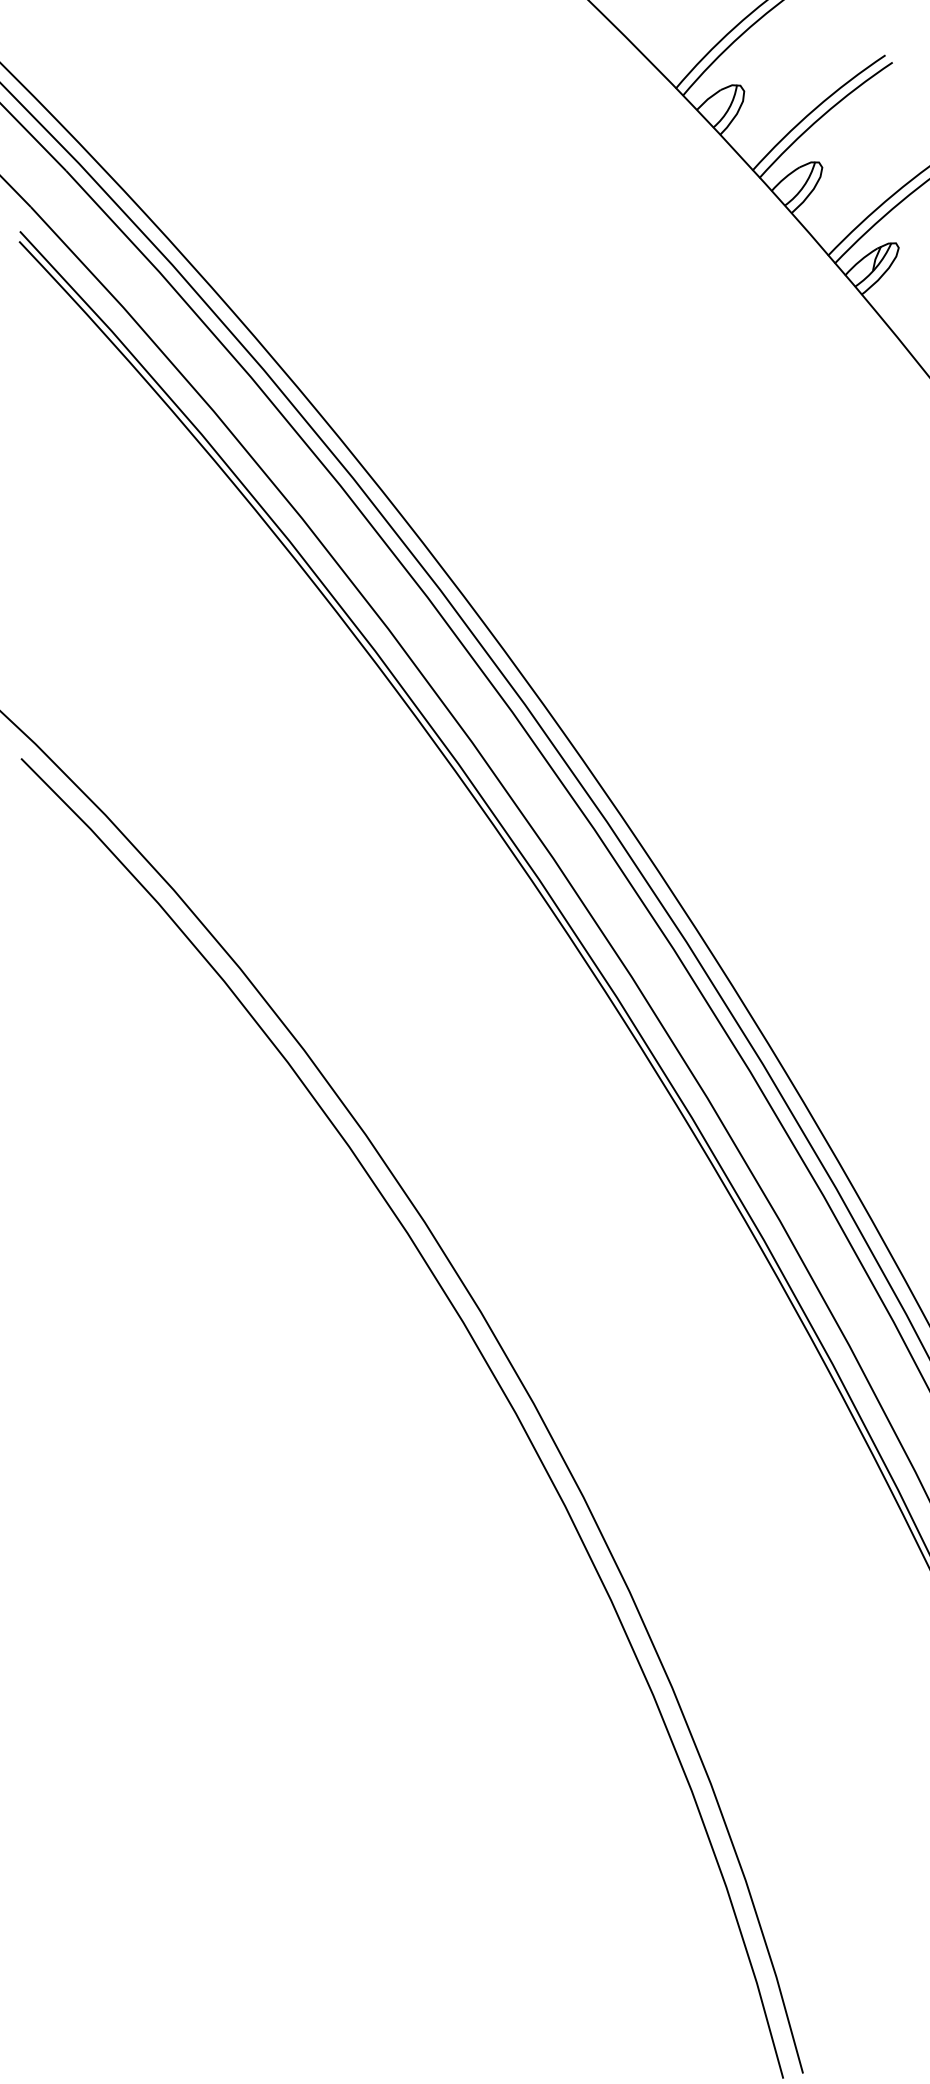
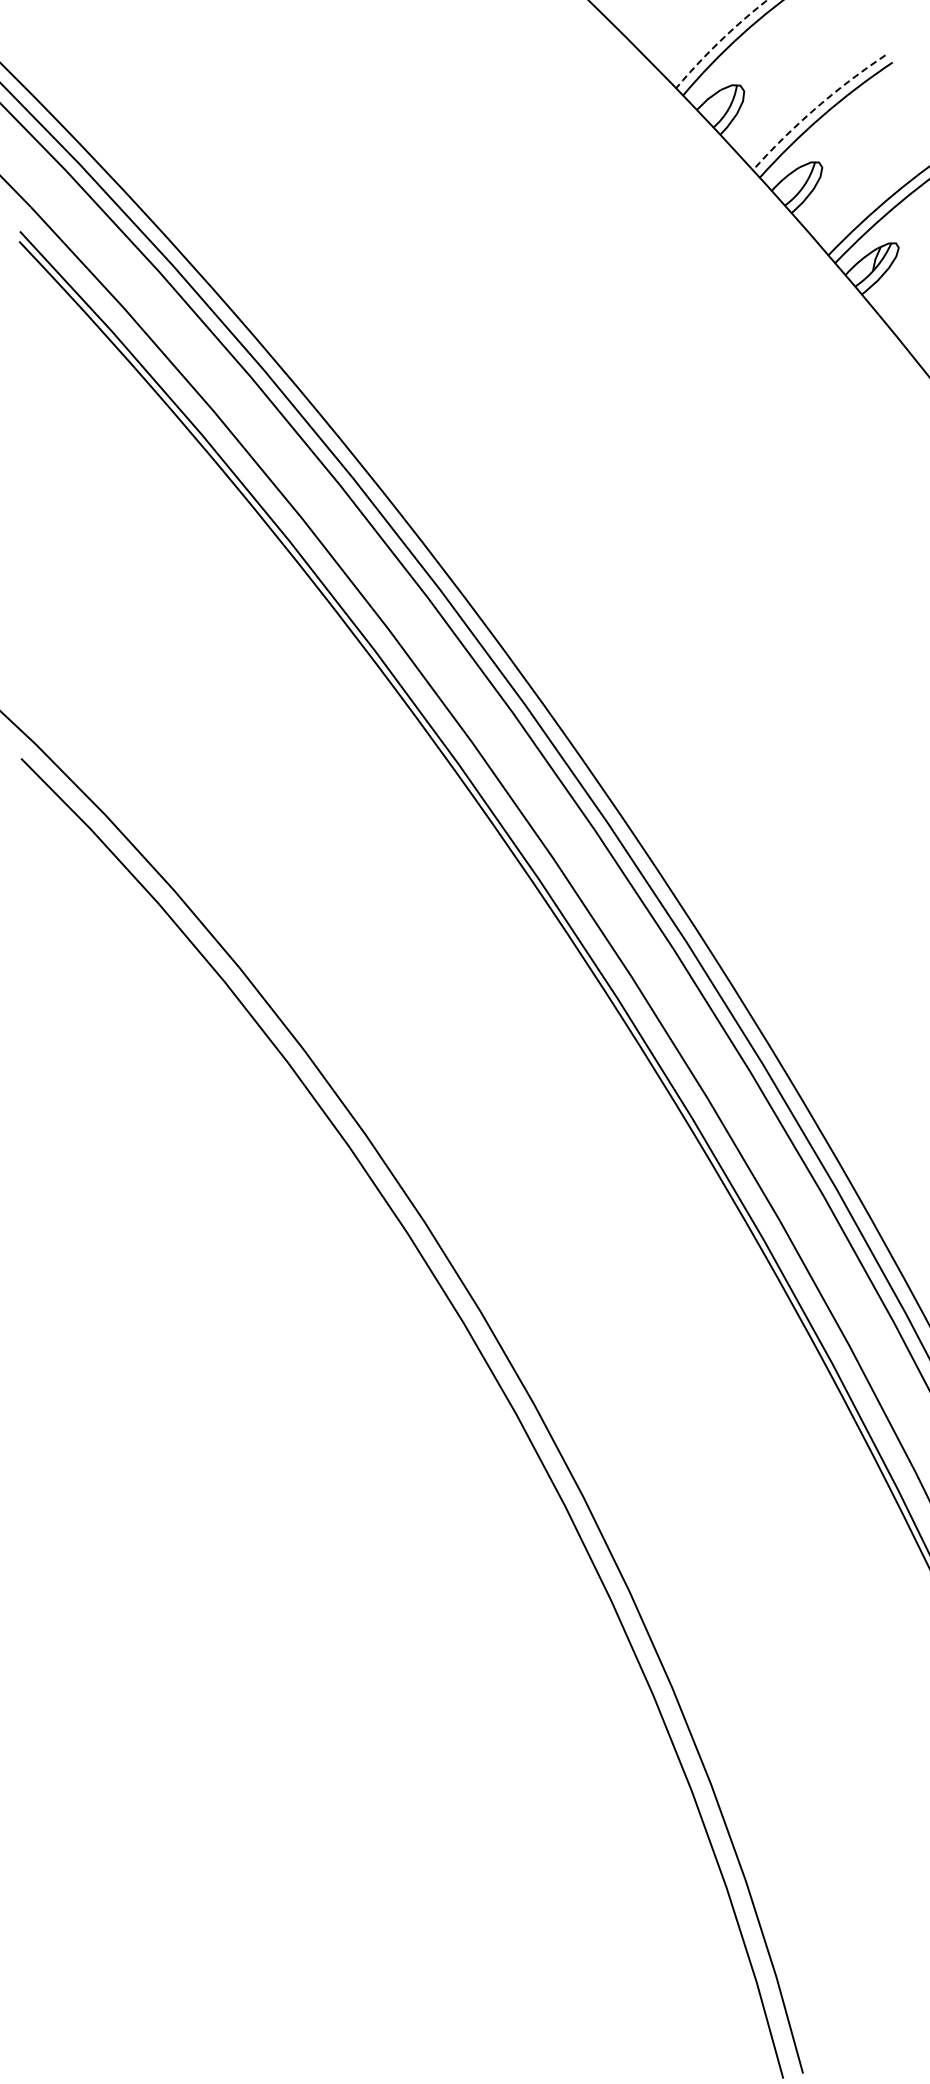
arc at (719, 41): solid -> dashed
arc at (815, 108): solid -> dashed
